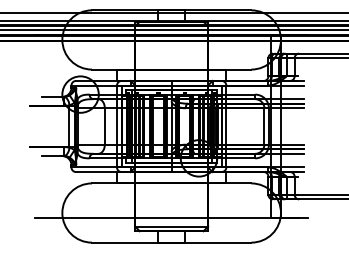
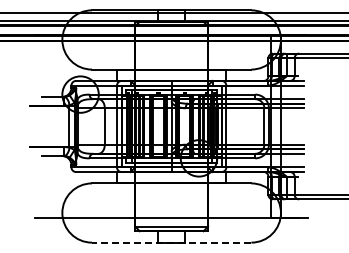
line at (173, 30): present -> none
line at (171, 242): solid -> dashed
